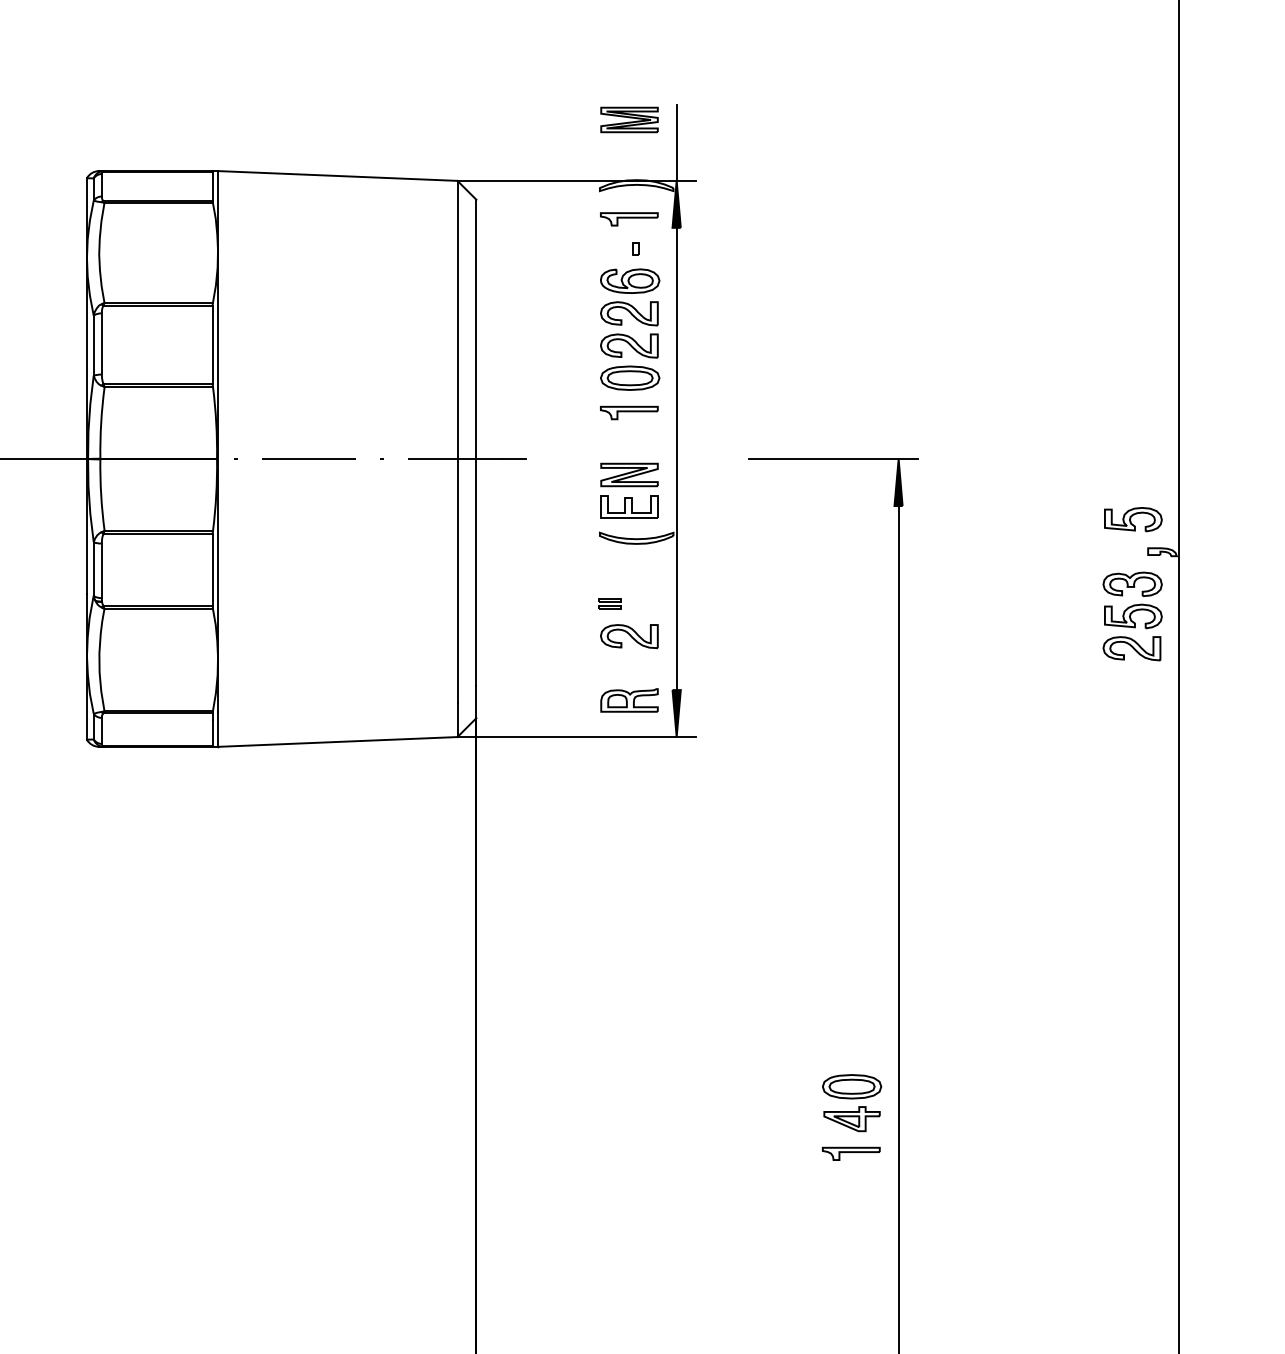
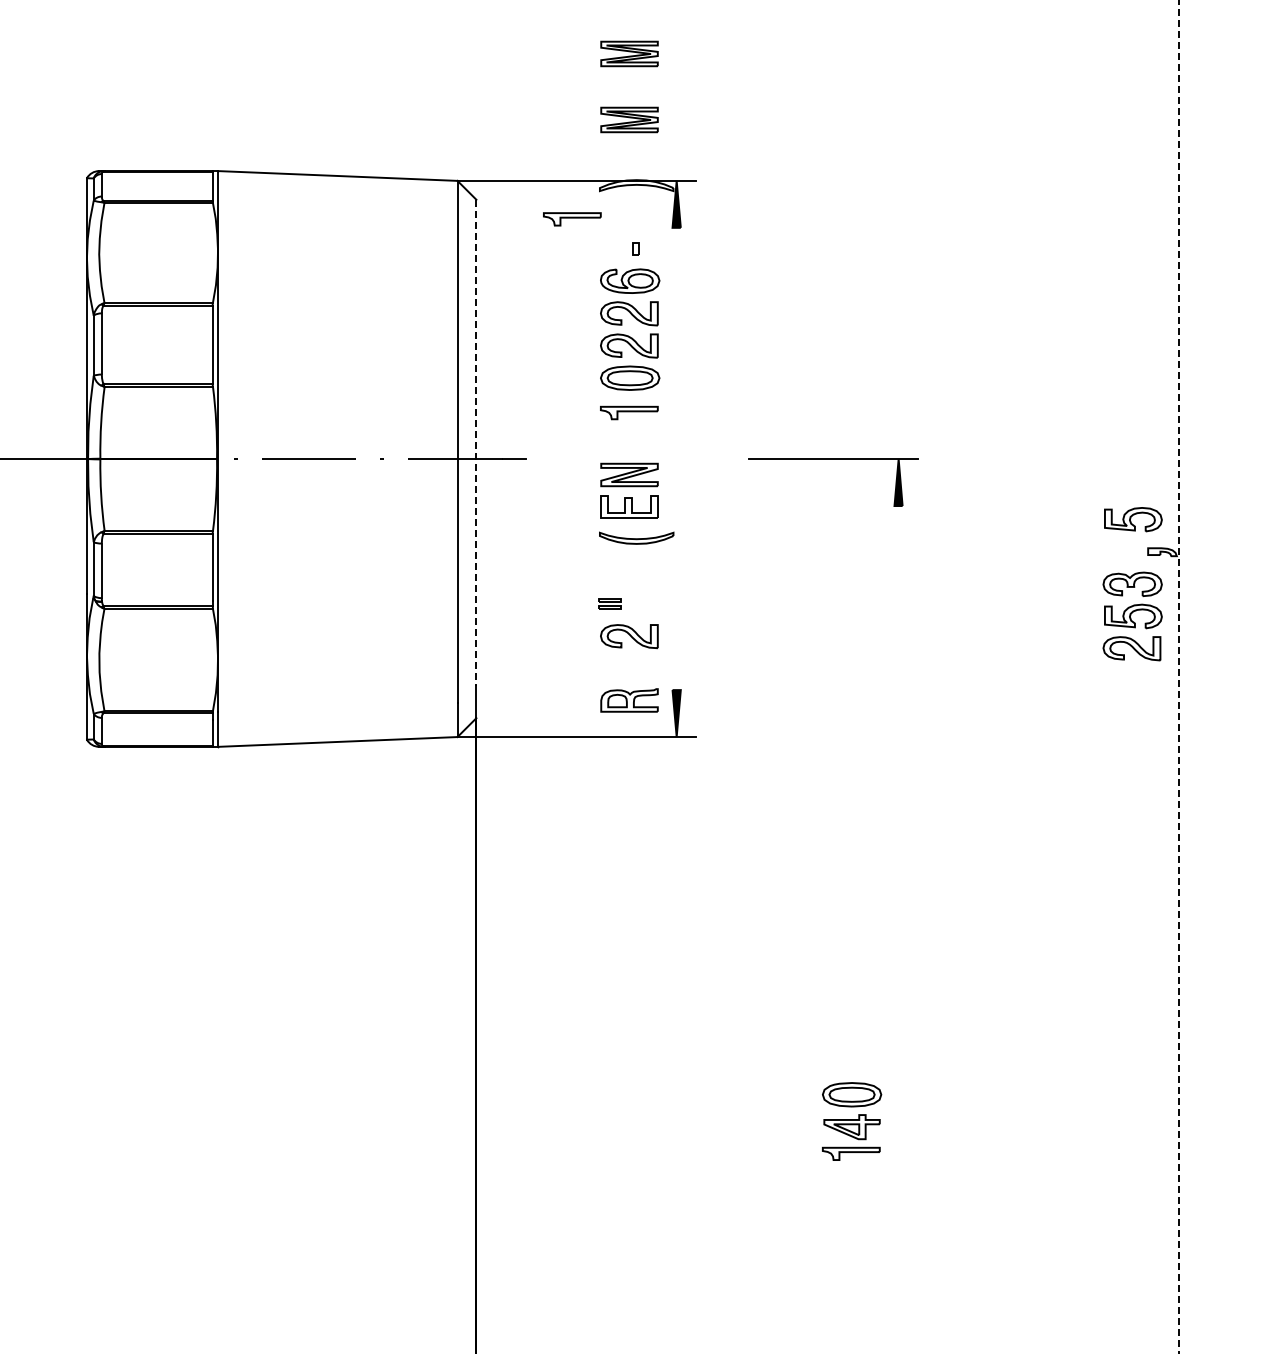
part at (629, 53): none -> present
line at (676, 142): present -> none
part at (629, 219) position: (629, 219) -> (572, 219)
line at (476, 443): solid -> dashed
line at (676, 458): present -> none
line at (1179, 676): solid -> dashed
line at (898, 928): present -> none
part at (852, 1103) position: (852, 1103) -> (852, 1111)
